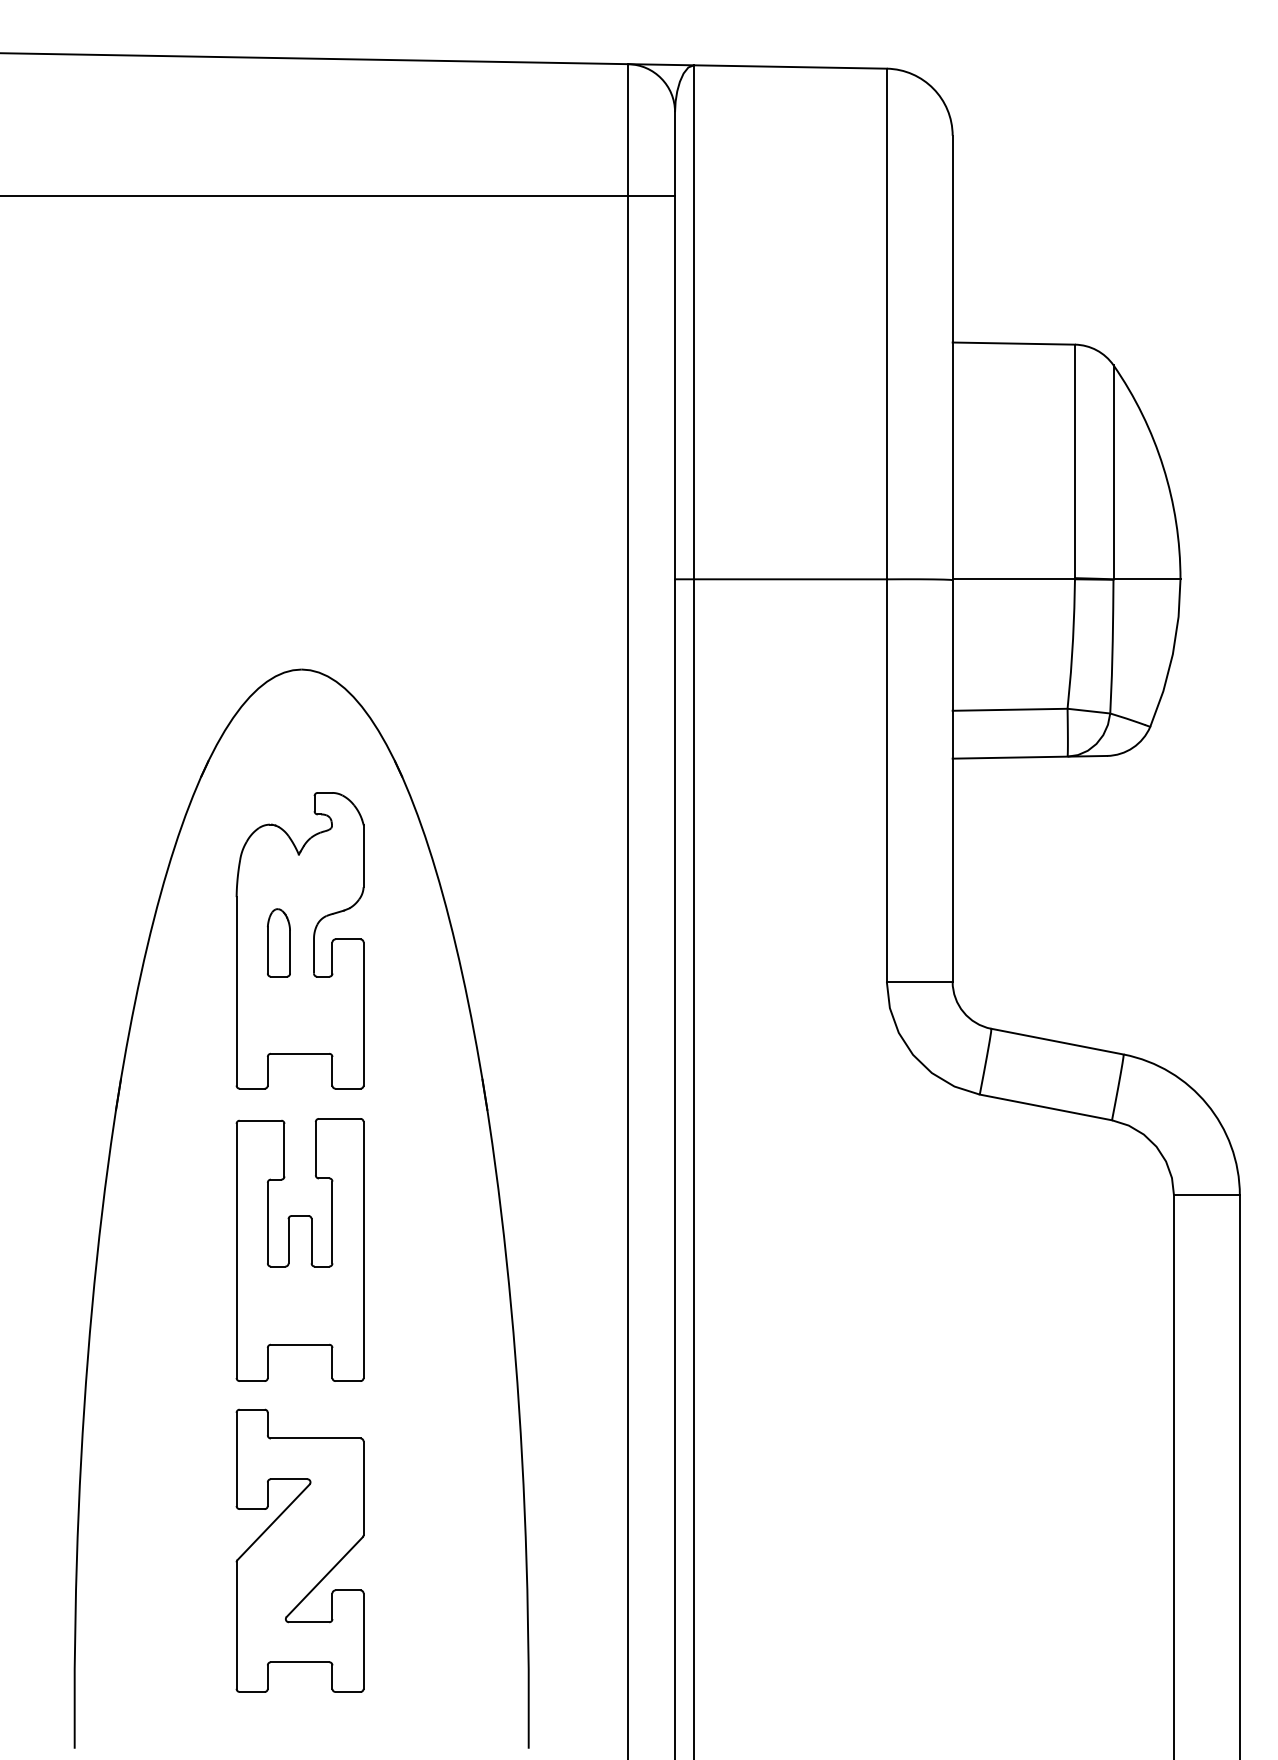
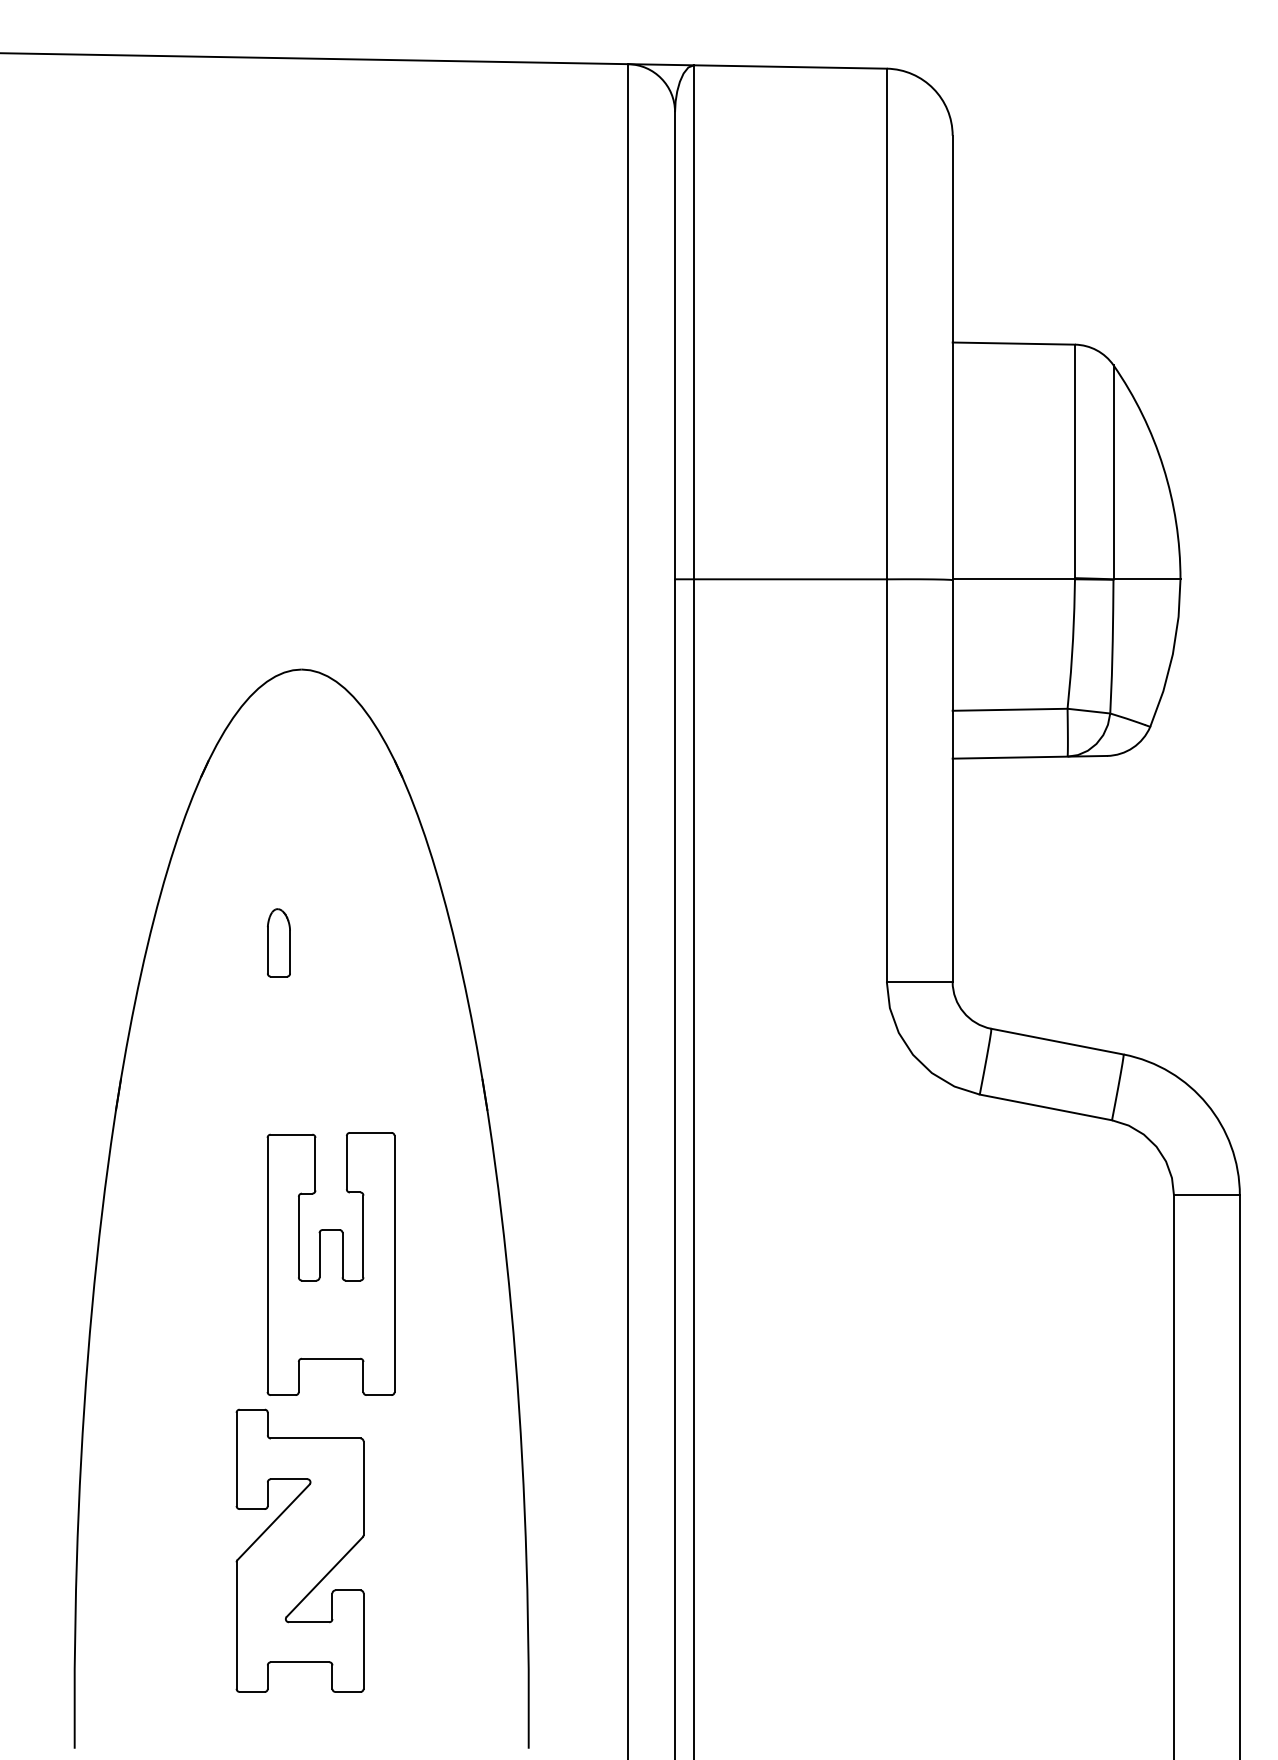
line at (338, 196): present -> none
part at (299, 940): present -> none
part at (299, 1249) position: (299, 1249) -> (330, 1263)
